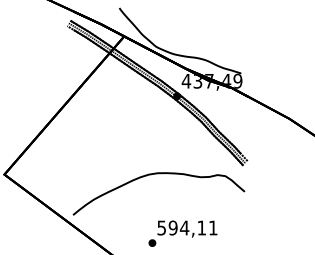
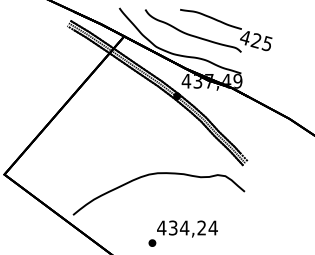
part at (205, 38): none -> present
text at (187, 227): 594,11 -> 434,24
